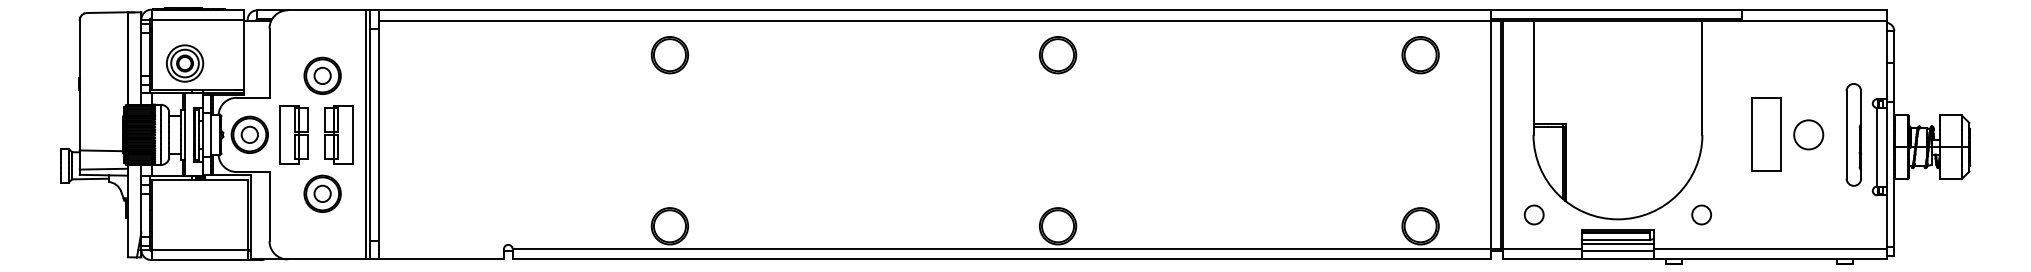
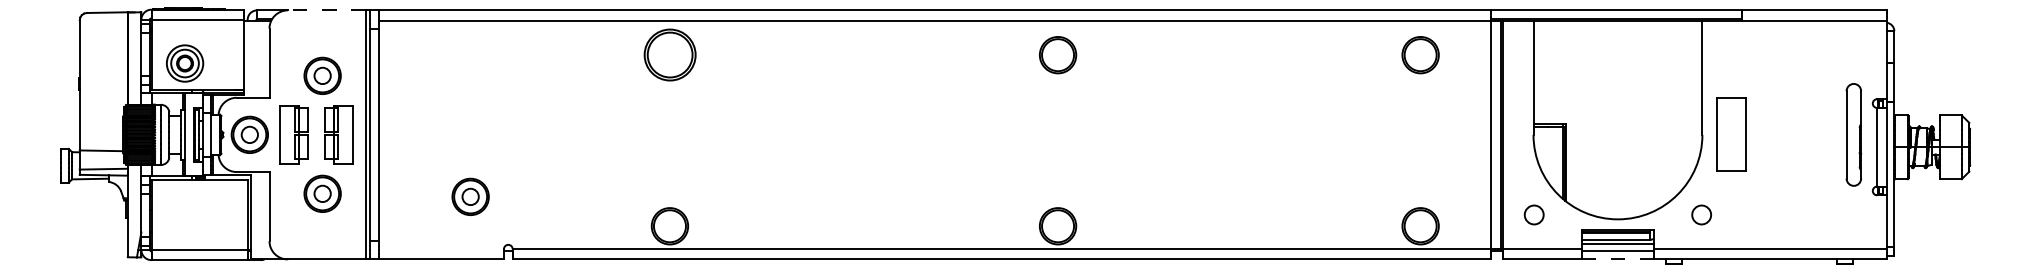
line at (326, 10): solid -> dashed
part at (669, 55) size: 39x39 px -> 54x54 px
part at (1766, 134) position: (1766, 134) -> (1731, 134)
circle at (1808, 134): present -> none
part at (470, 196): none -> present
line at (1617, 259): solid -> dashed
